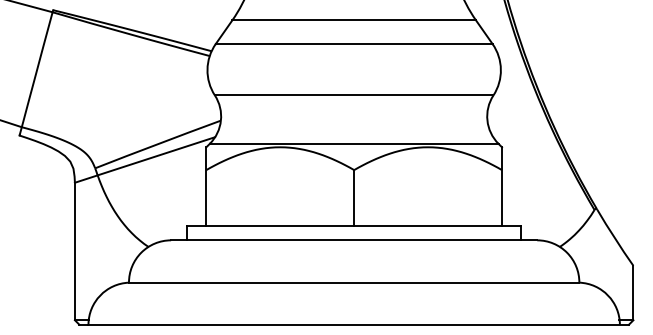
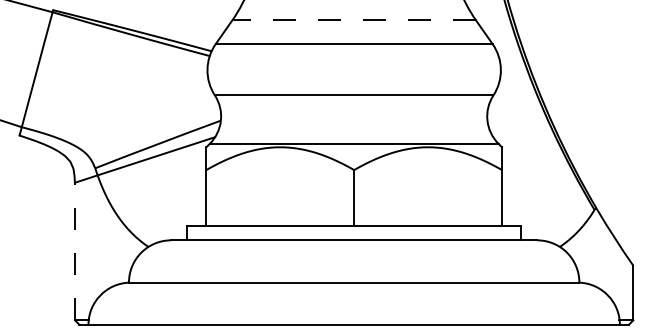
line at (354, 20): solid -> dashed
line at (74, 251): solid -> dashed
